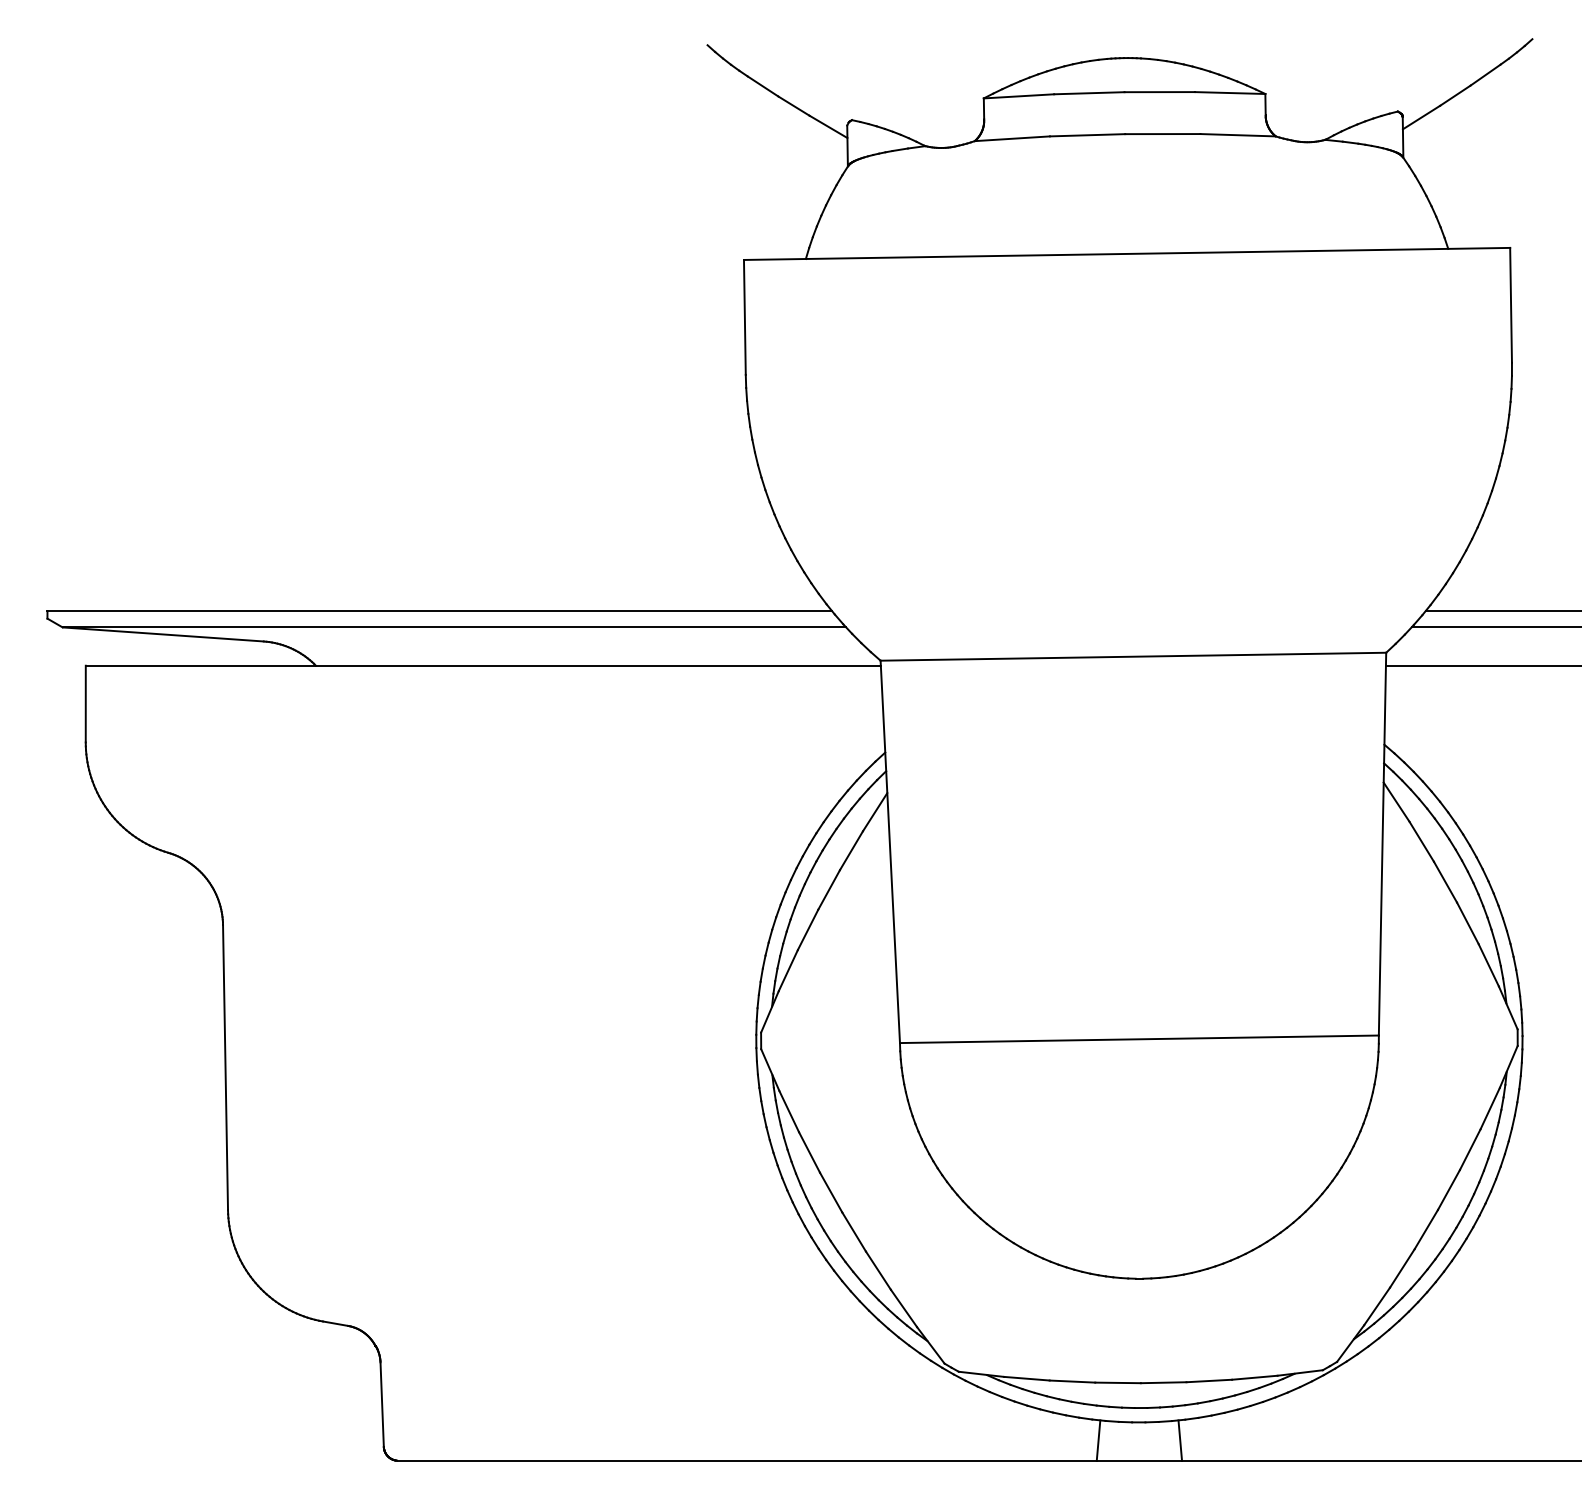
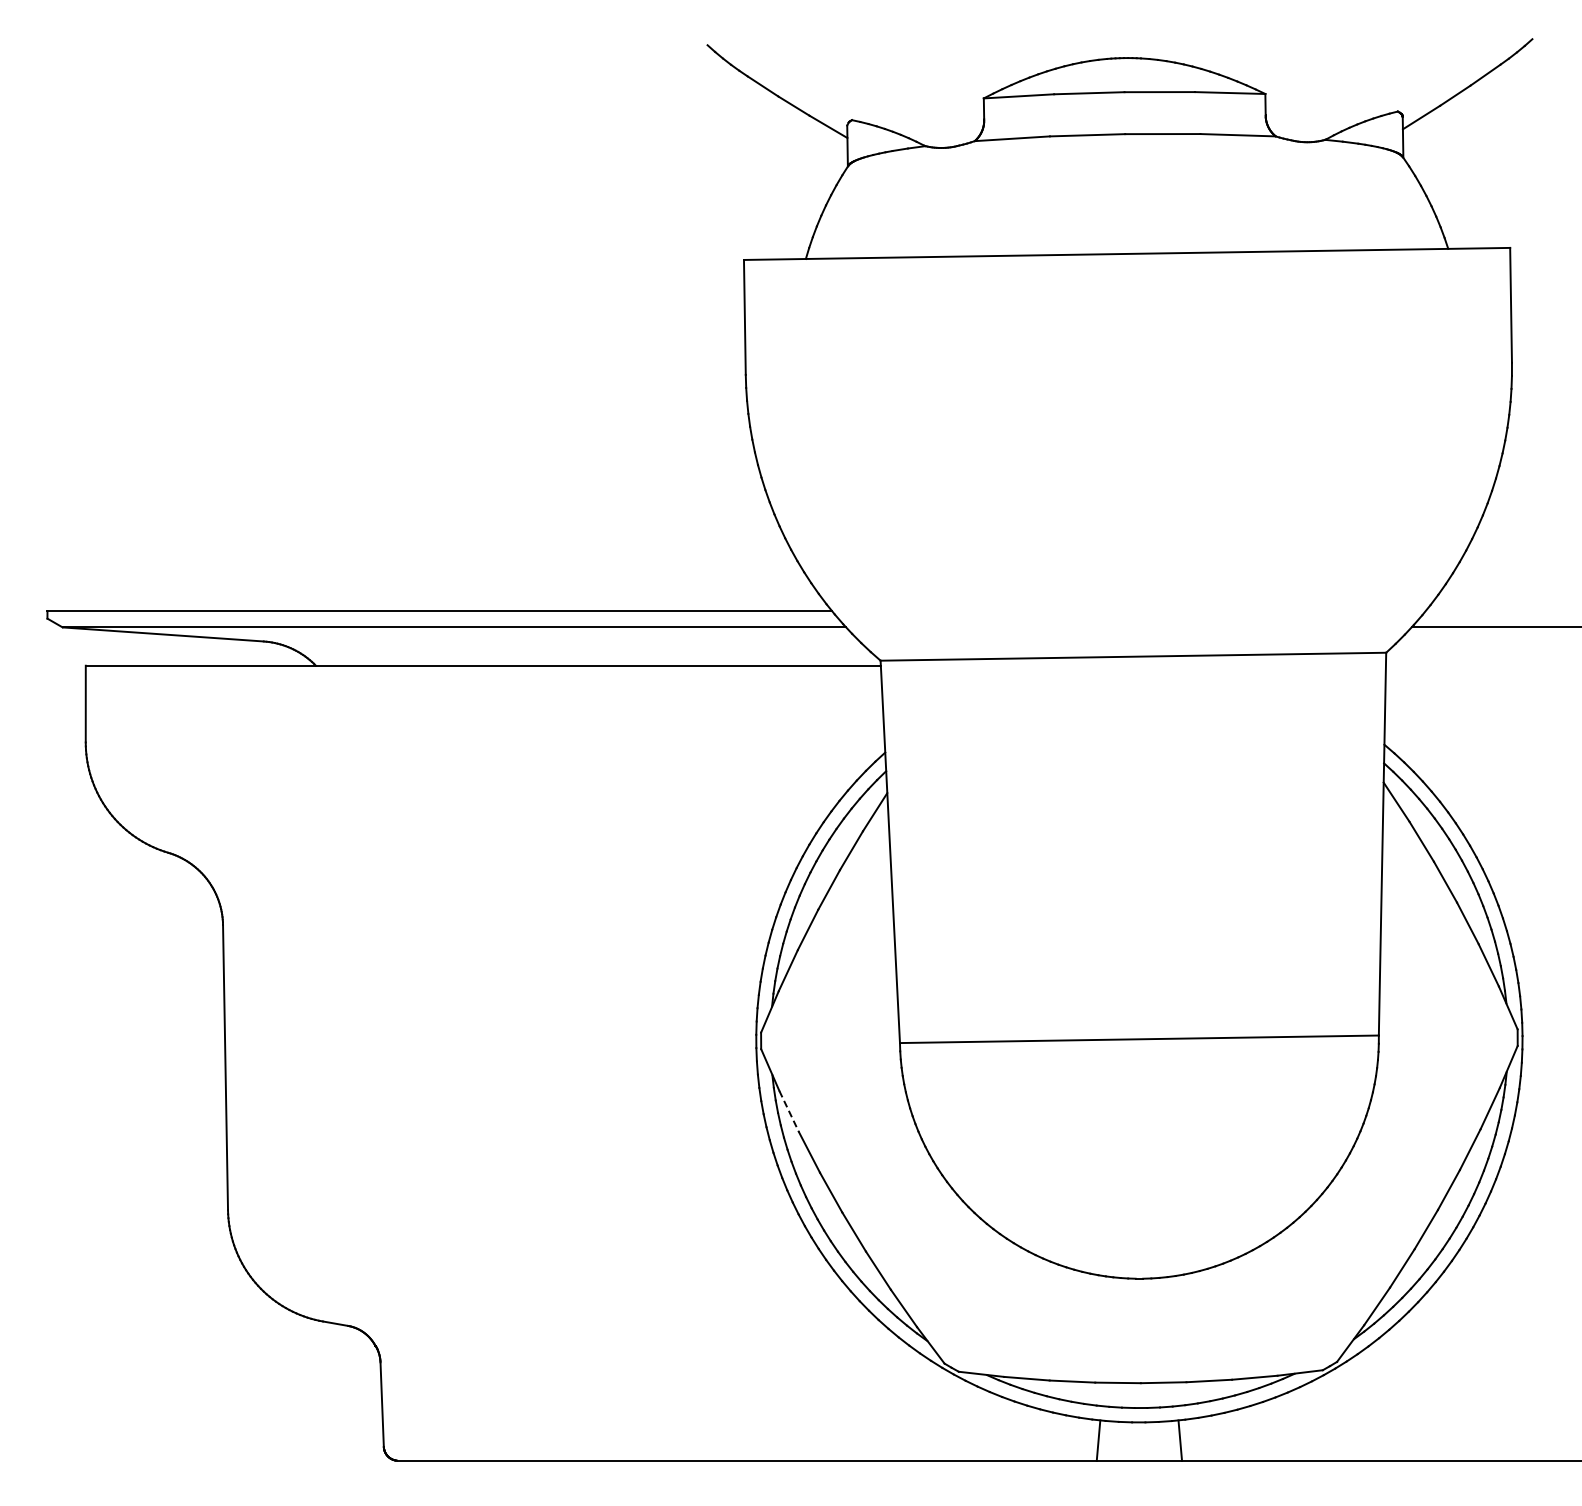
line at (1501, 610): present -> none
line at (1481, 665): present -> none
line at (789, 1111): solid -> dashed
